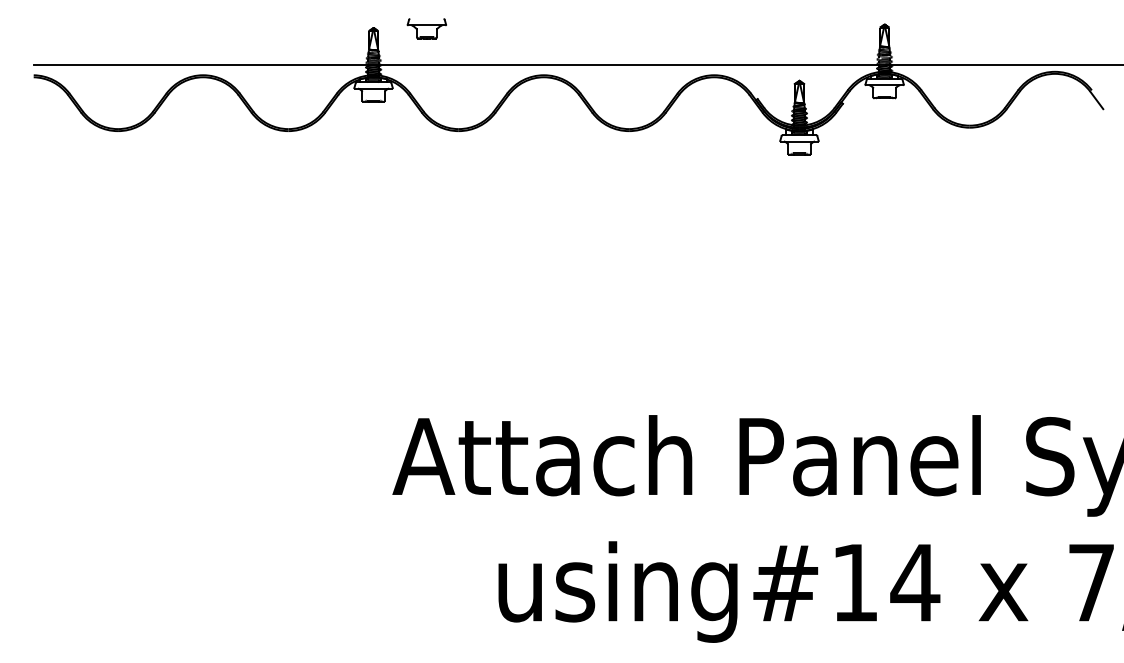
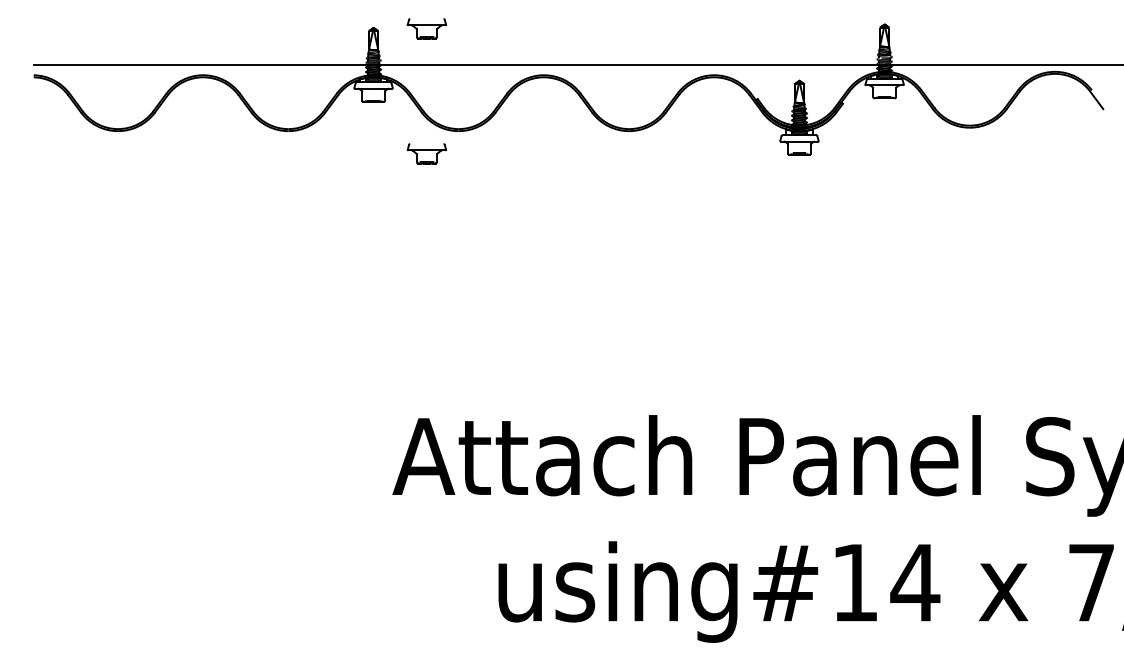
part at (426, 153): none -> present
